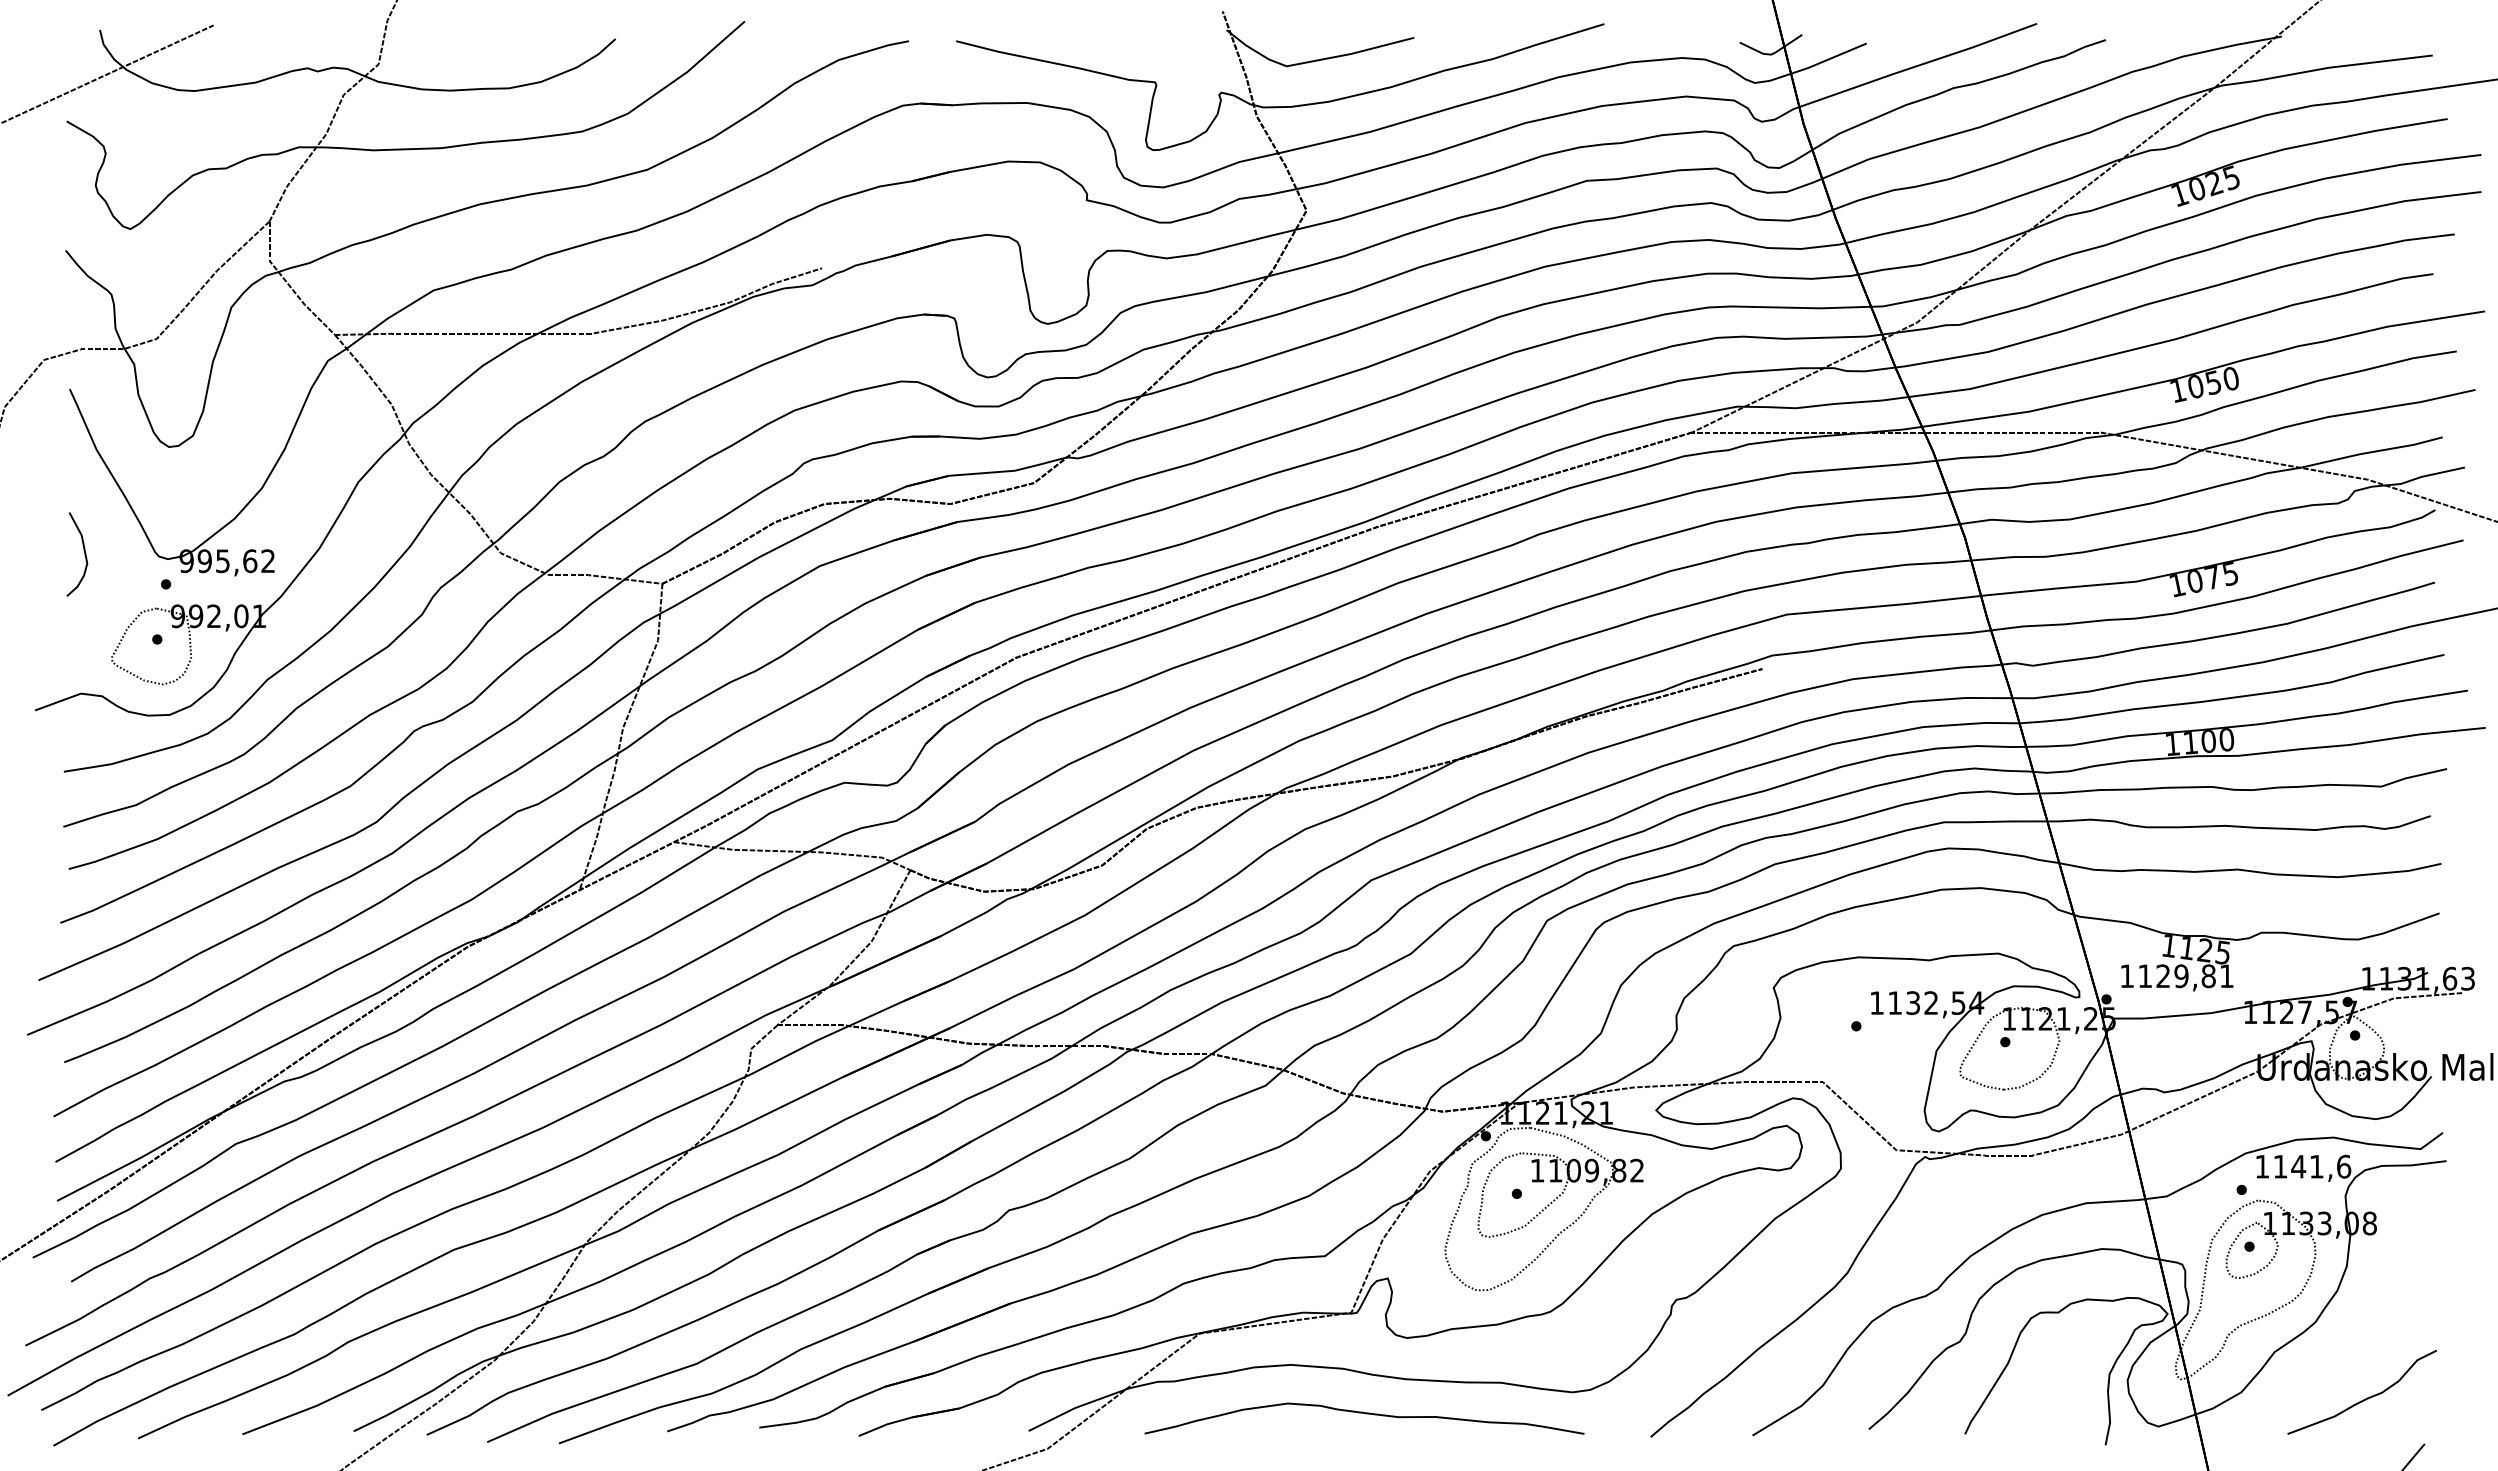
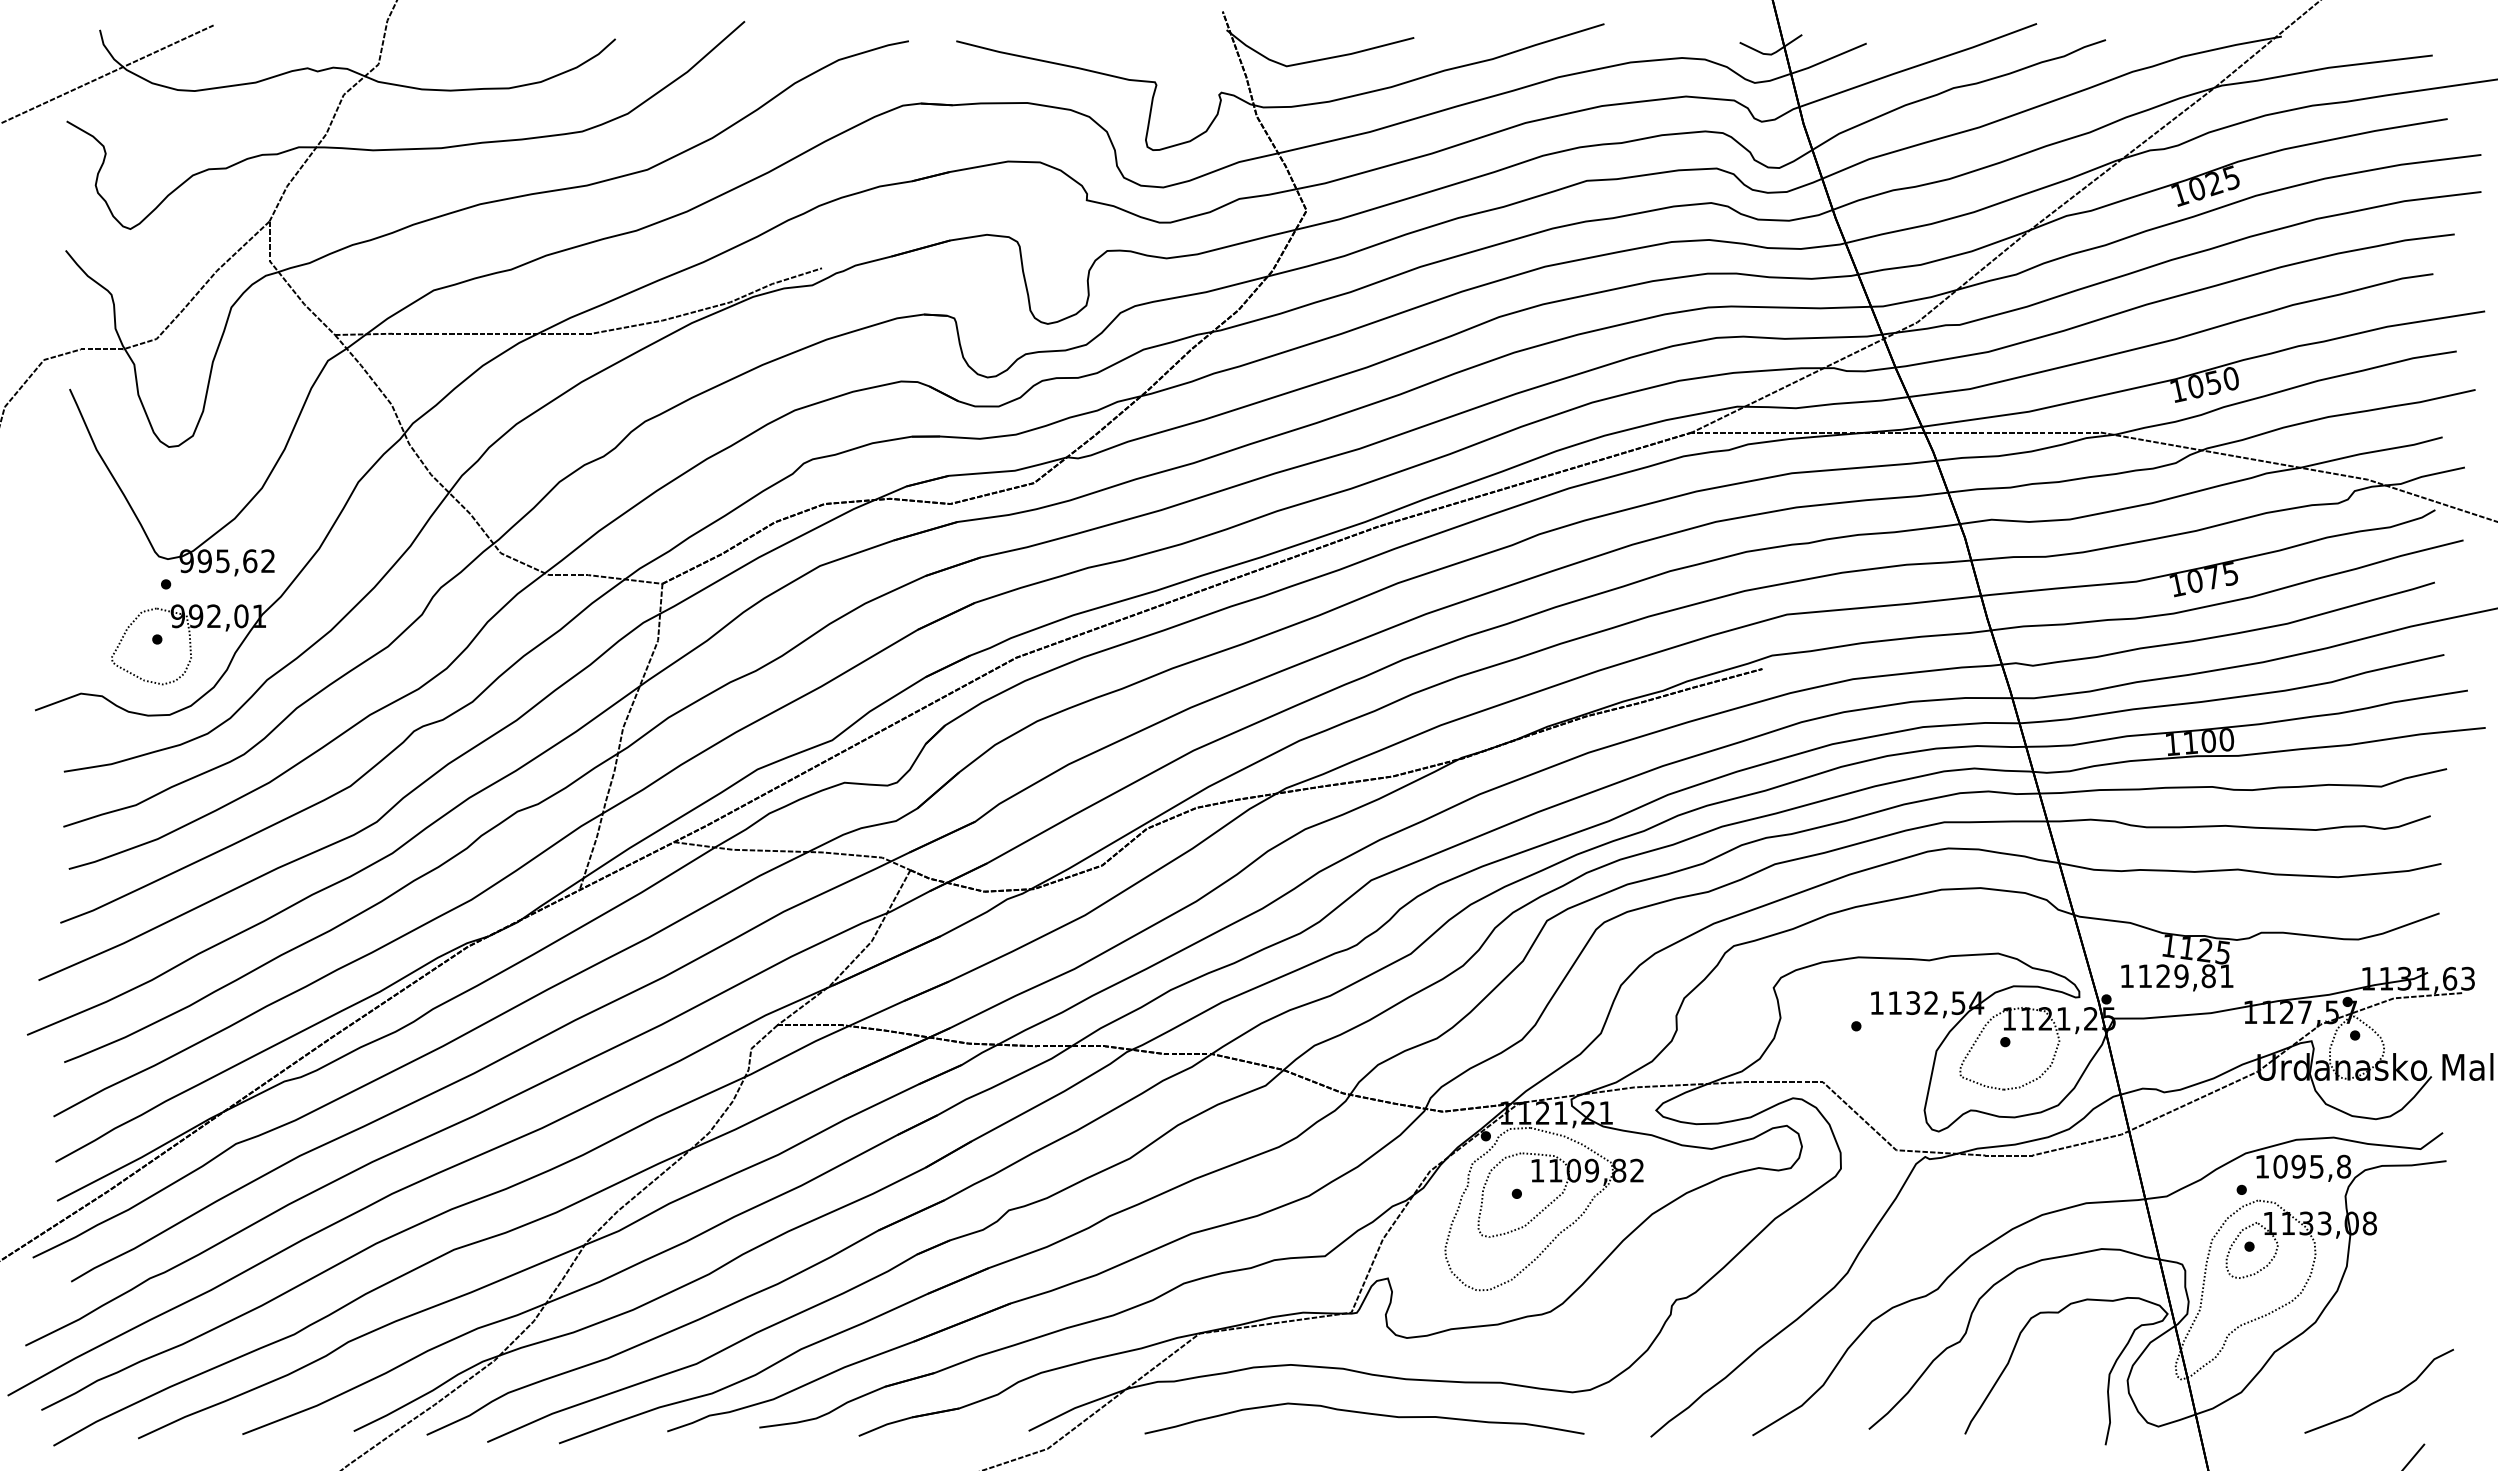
curve at (84, 554): present -> none
text at (2312, 1166): 1141,6 -> 1095,8
curve at (2365, 1398) position: (2365, 1398) -> (2382, 1397)
